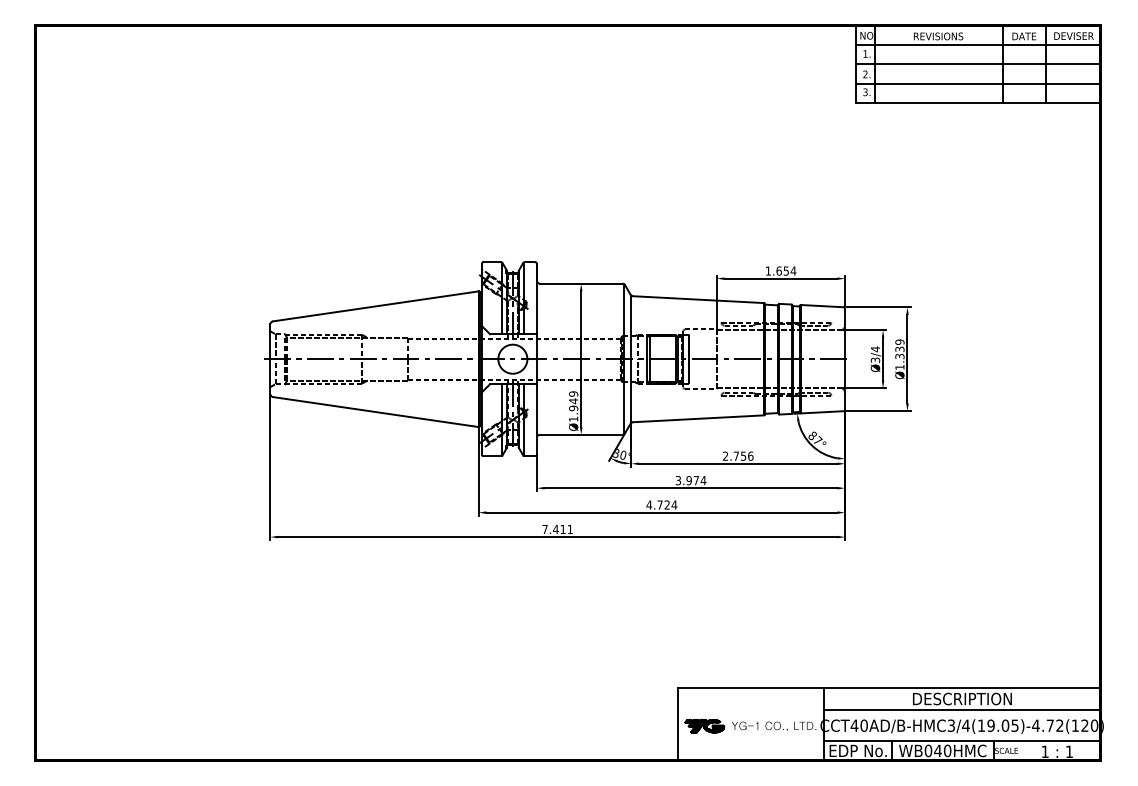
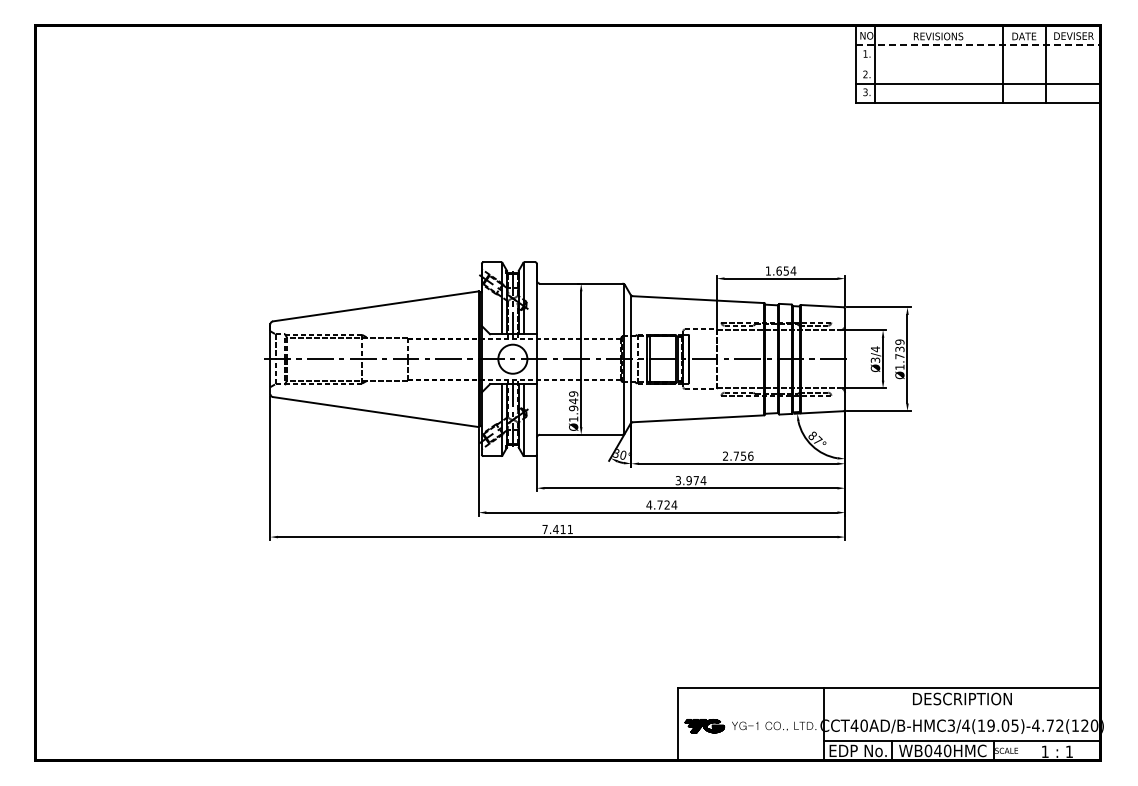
line at (978, 44): solid -> dashed
line at (978, 64): present -> none
text at (899, 356): Ø1.339 -> Ø1.739
line at (962, 710): present -> none
